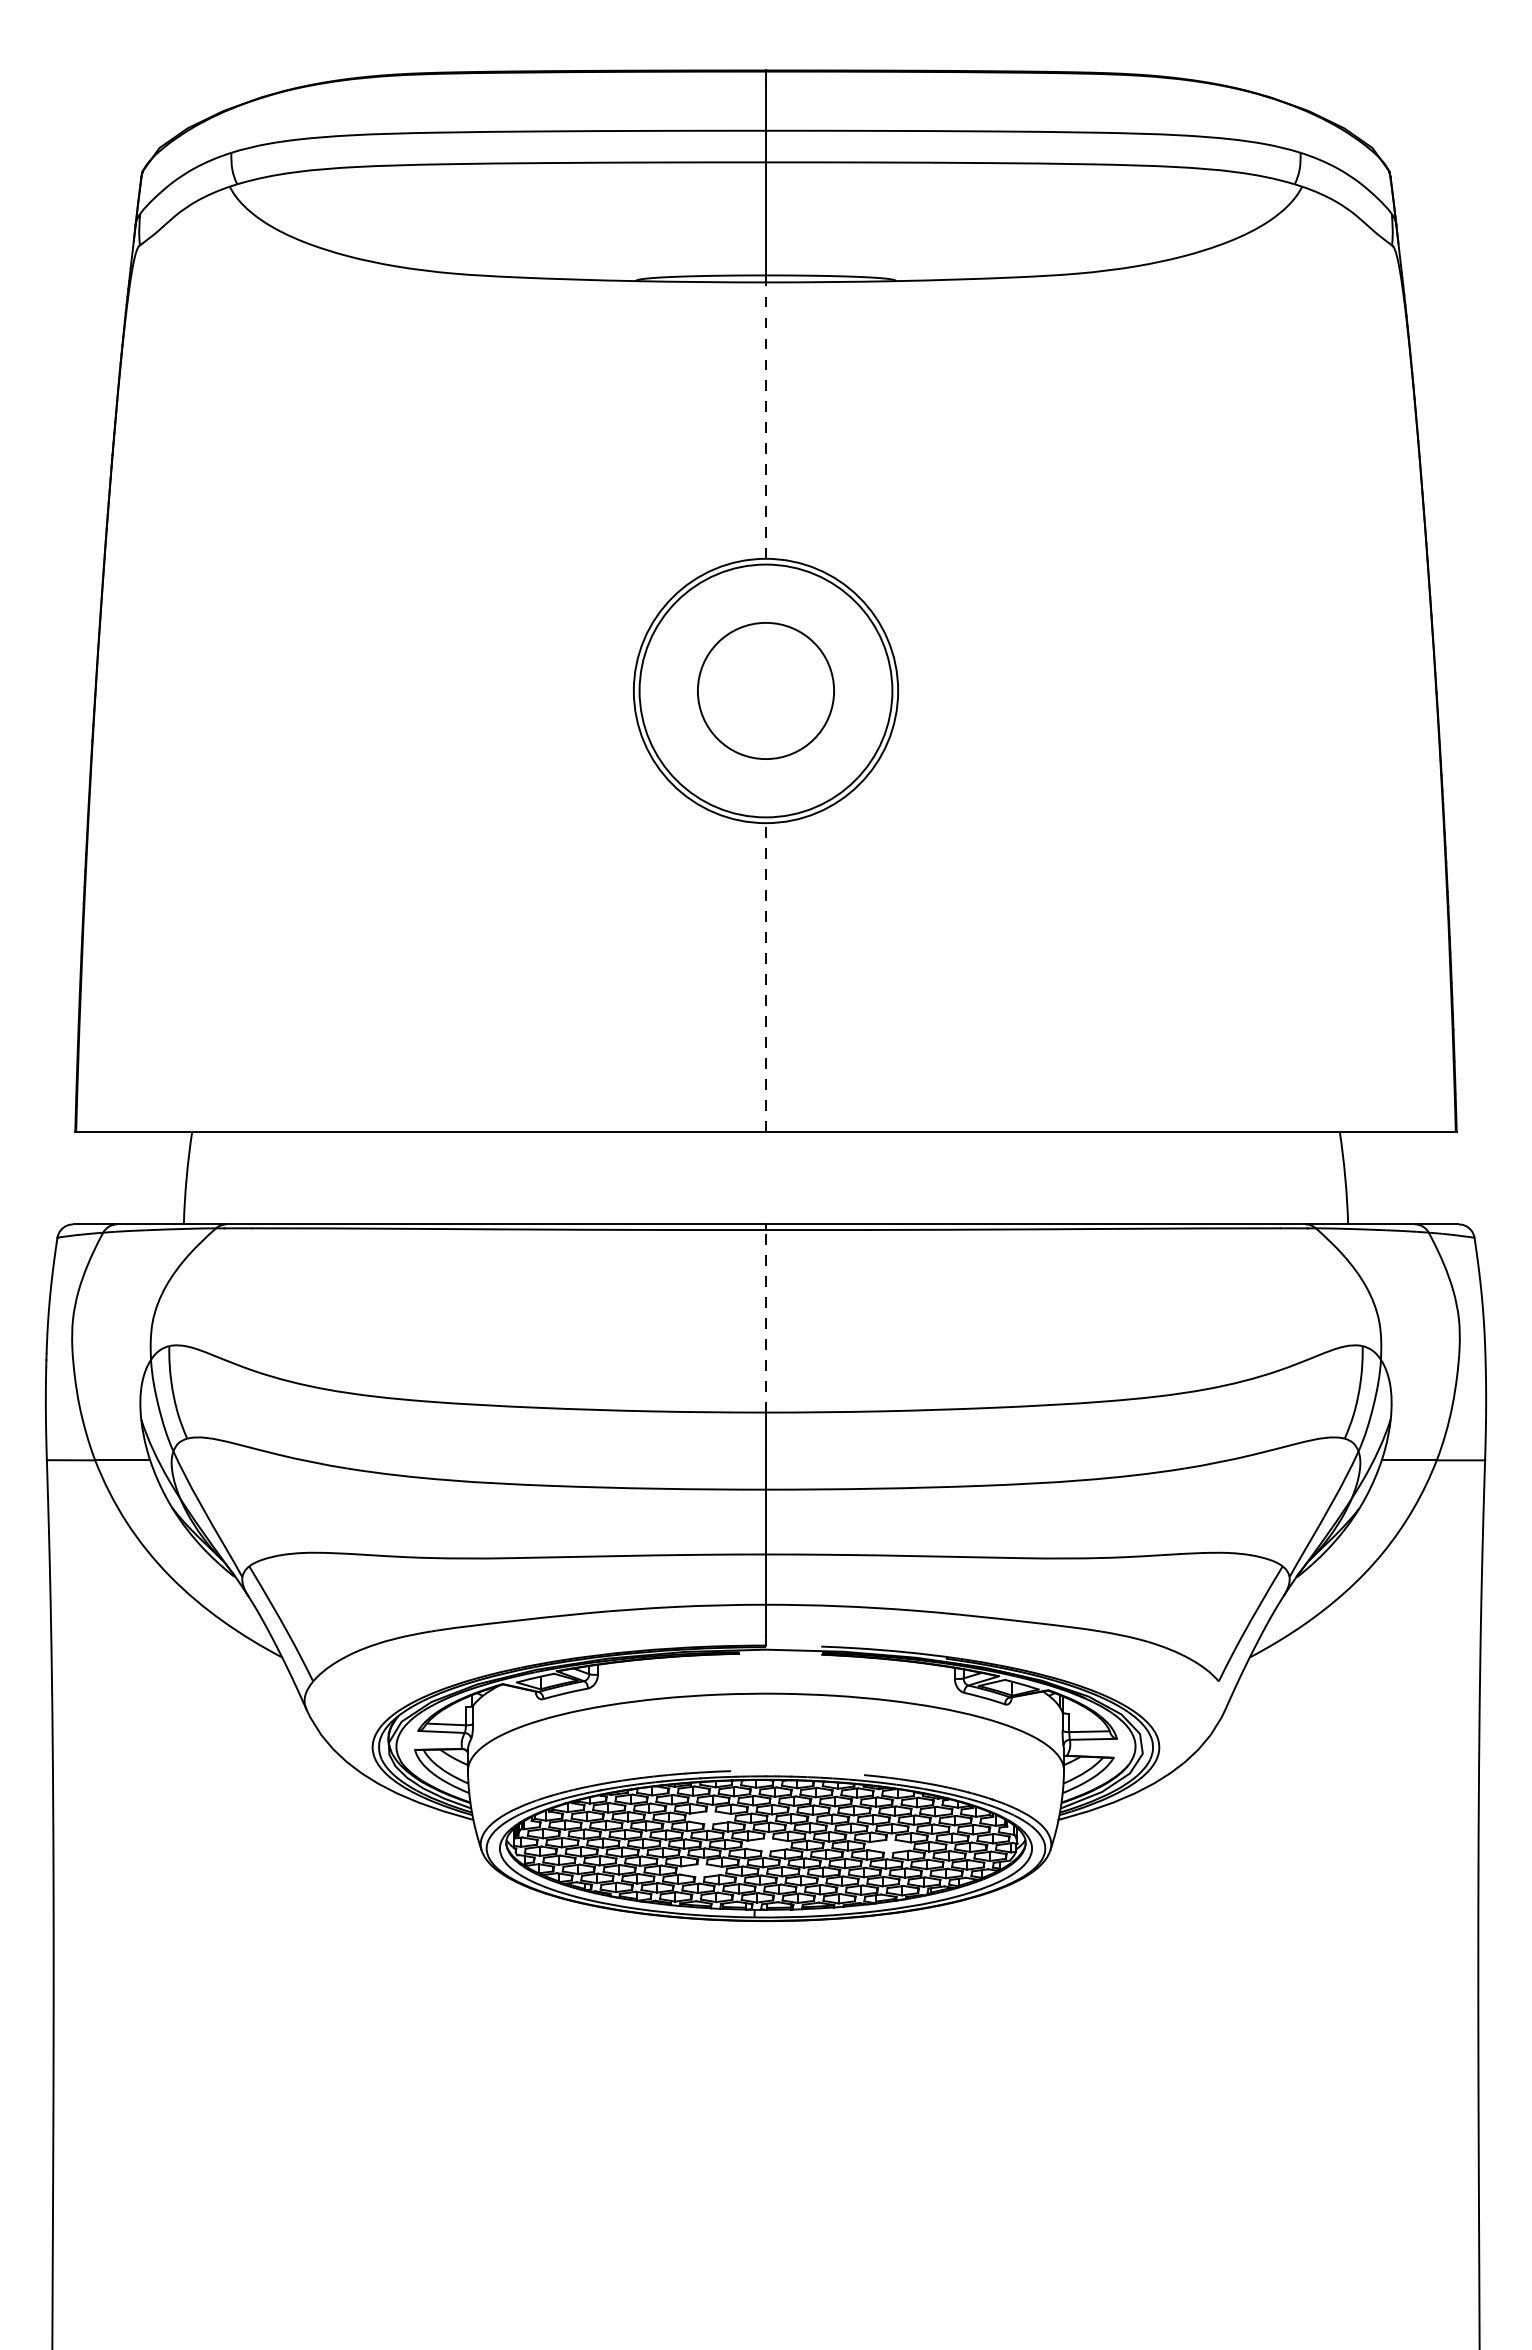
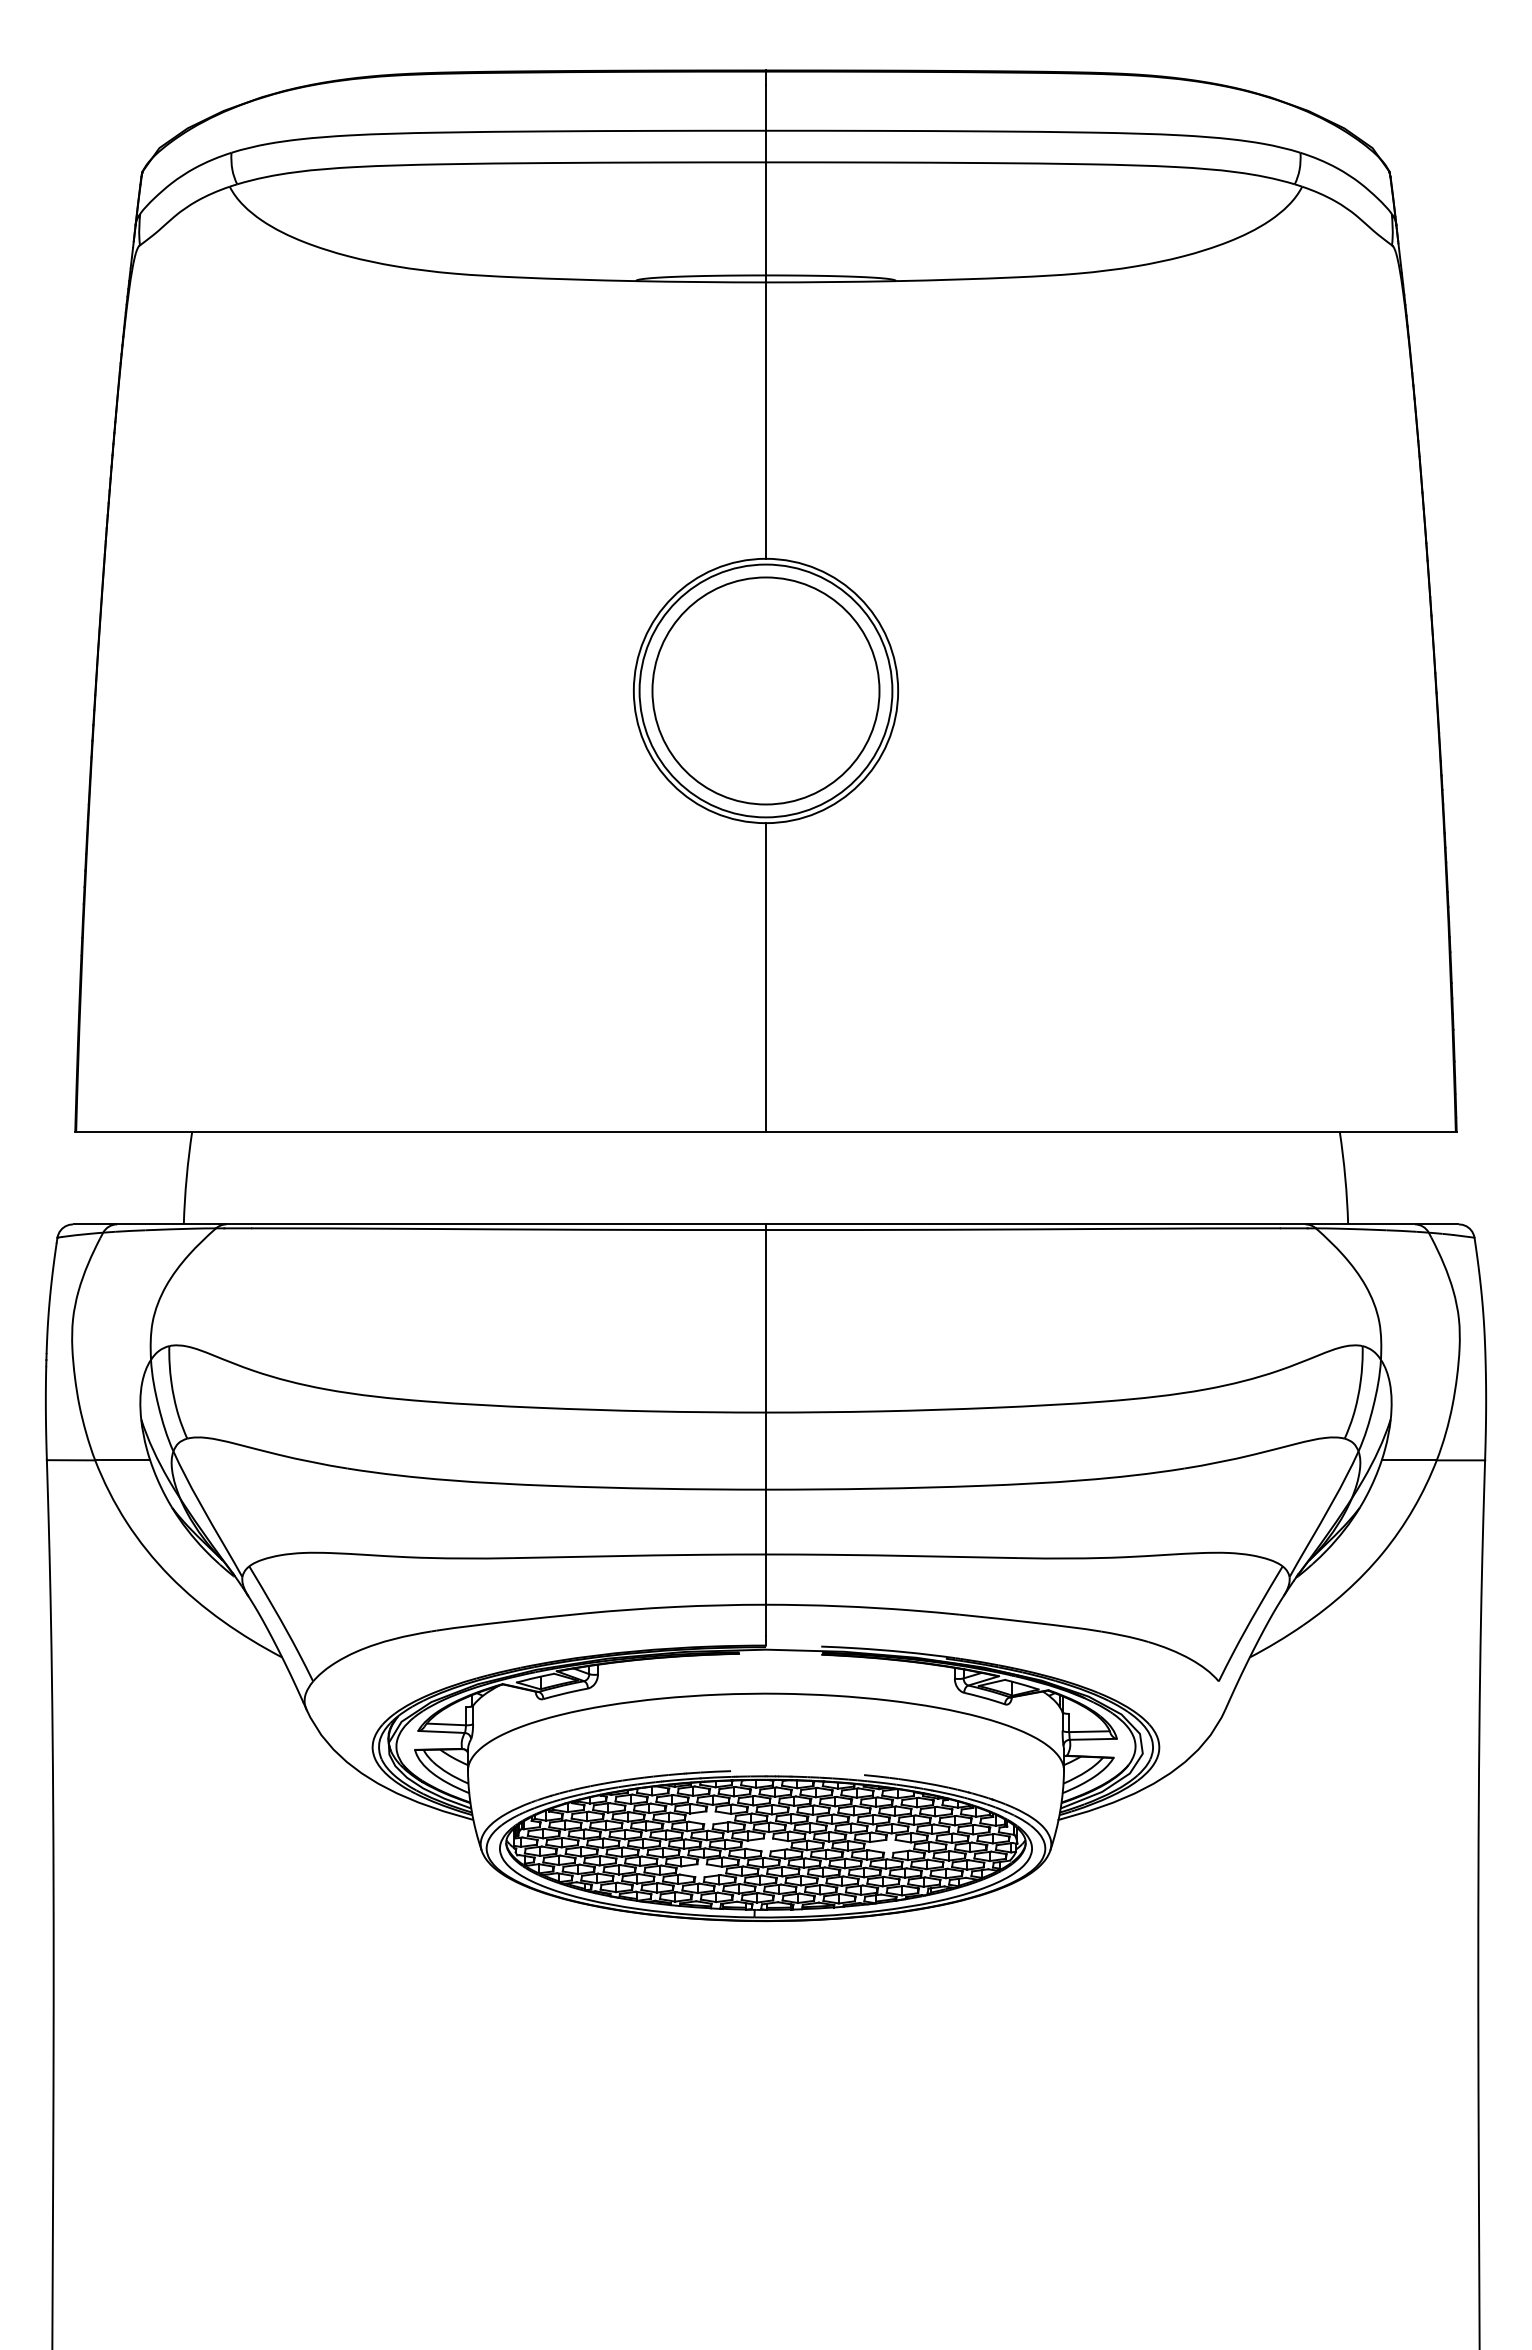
line at (766, 420): dashed -> solid
circle at (765, 690) size: 138x138 px -> 230x230 px
line at (766, 976): dashed -> solid
line at (766, 1320): dashed -> solid
